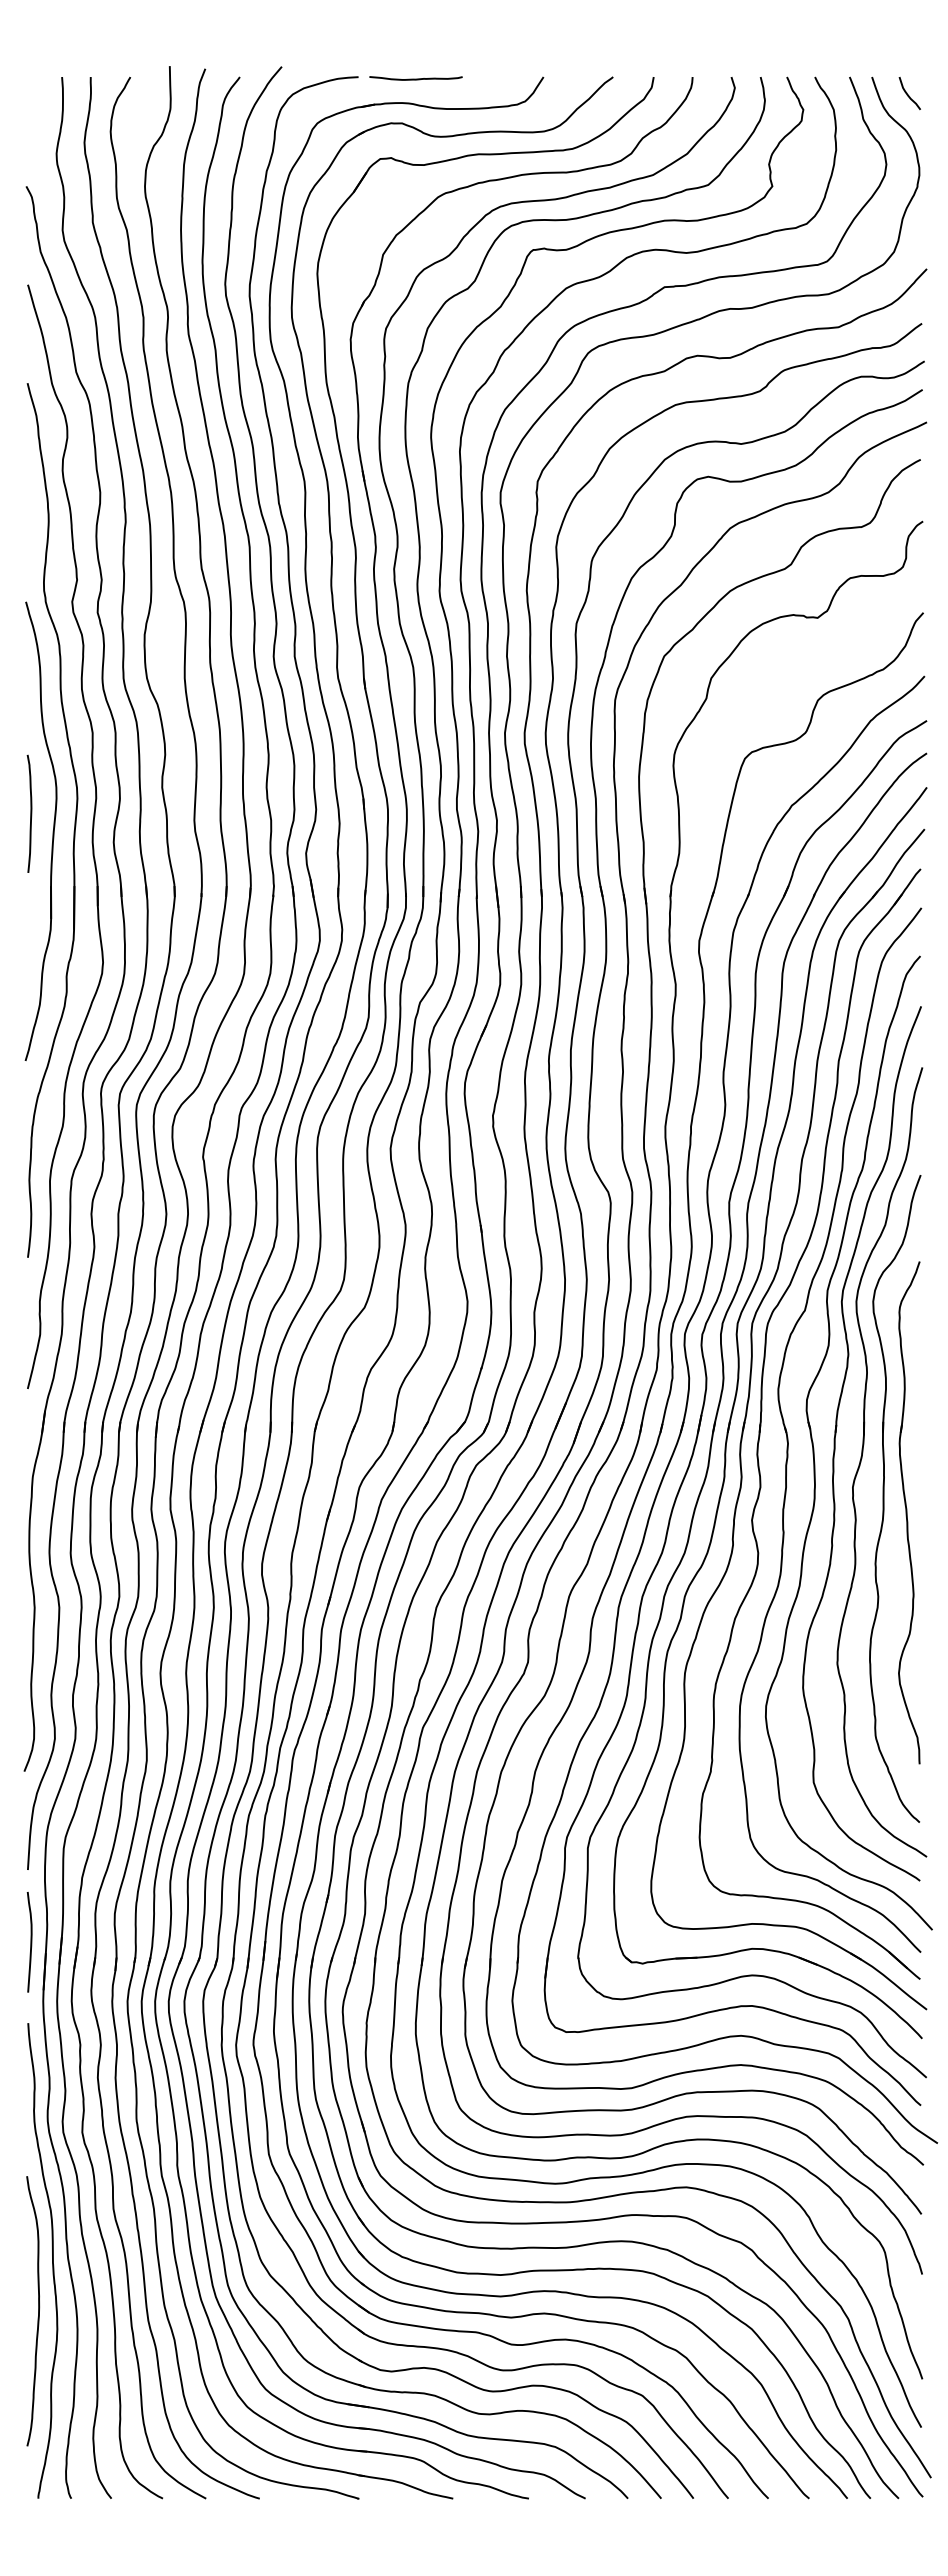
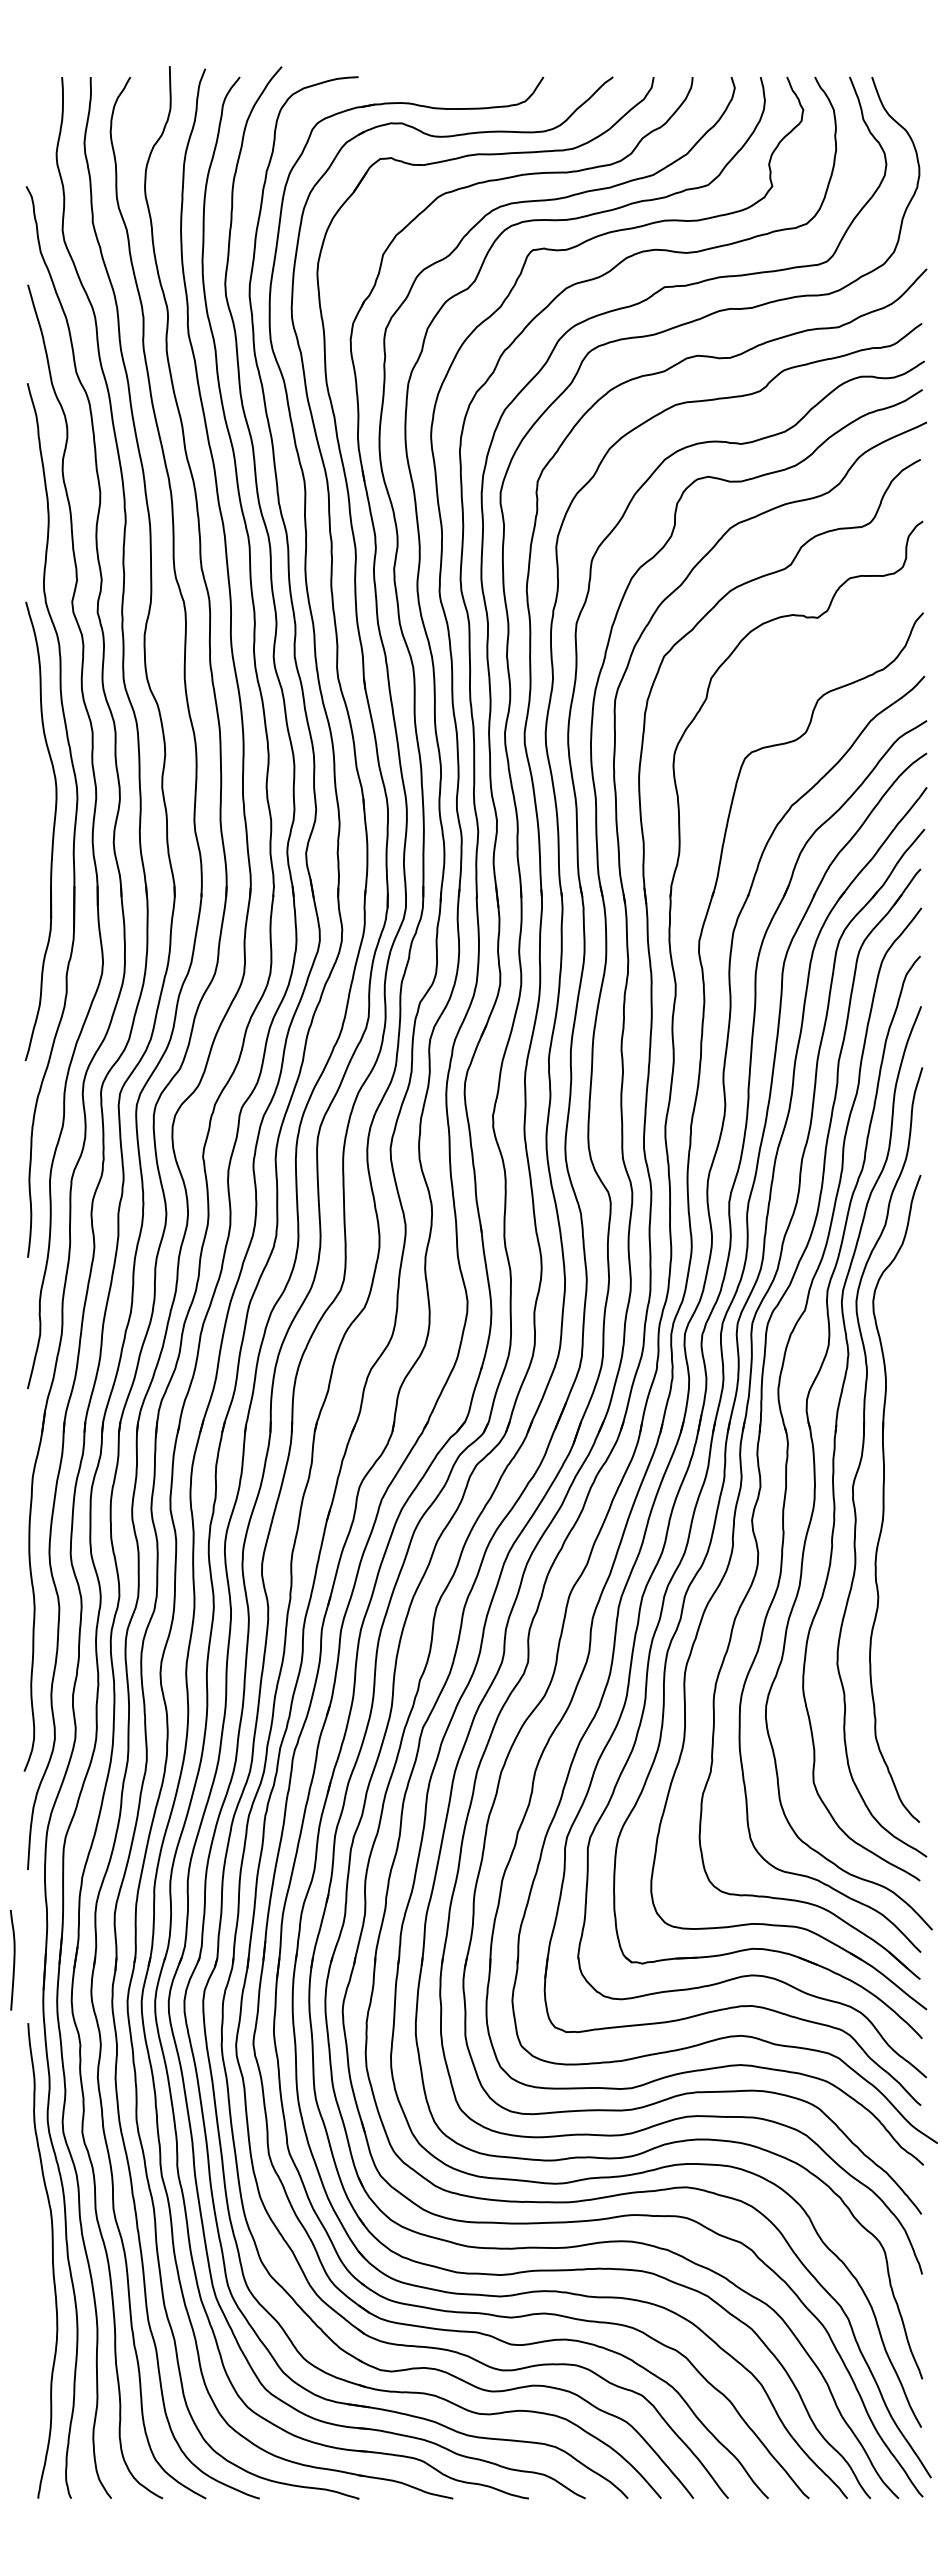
curve at (415, 78): present -> none
curve at (908, 94): present -> none
curve at (30, 813): present -> none
part at (909, 1512): present -> none
curve at (30, 1942) position: (30, 1942) -> (13, 1960)
curve at (38, 2311): present -> none
